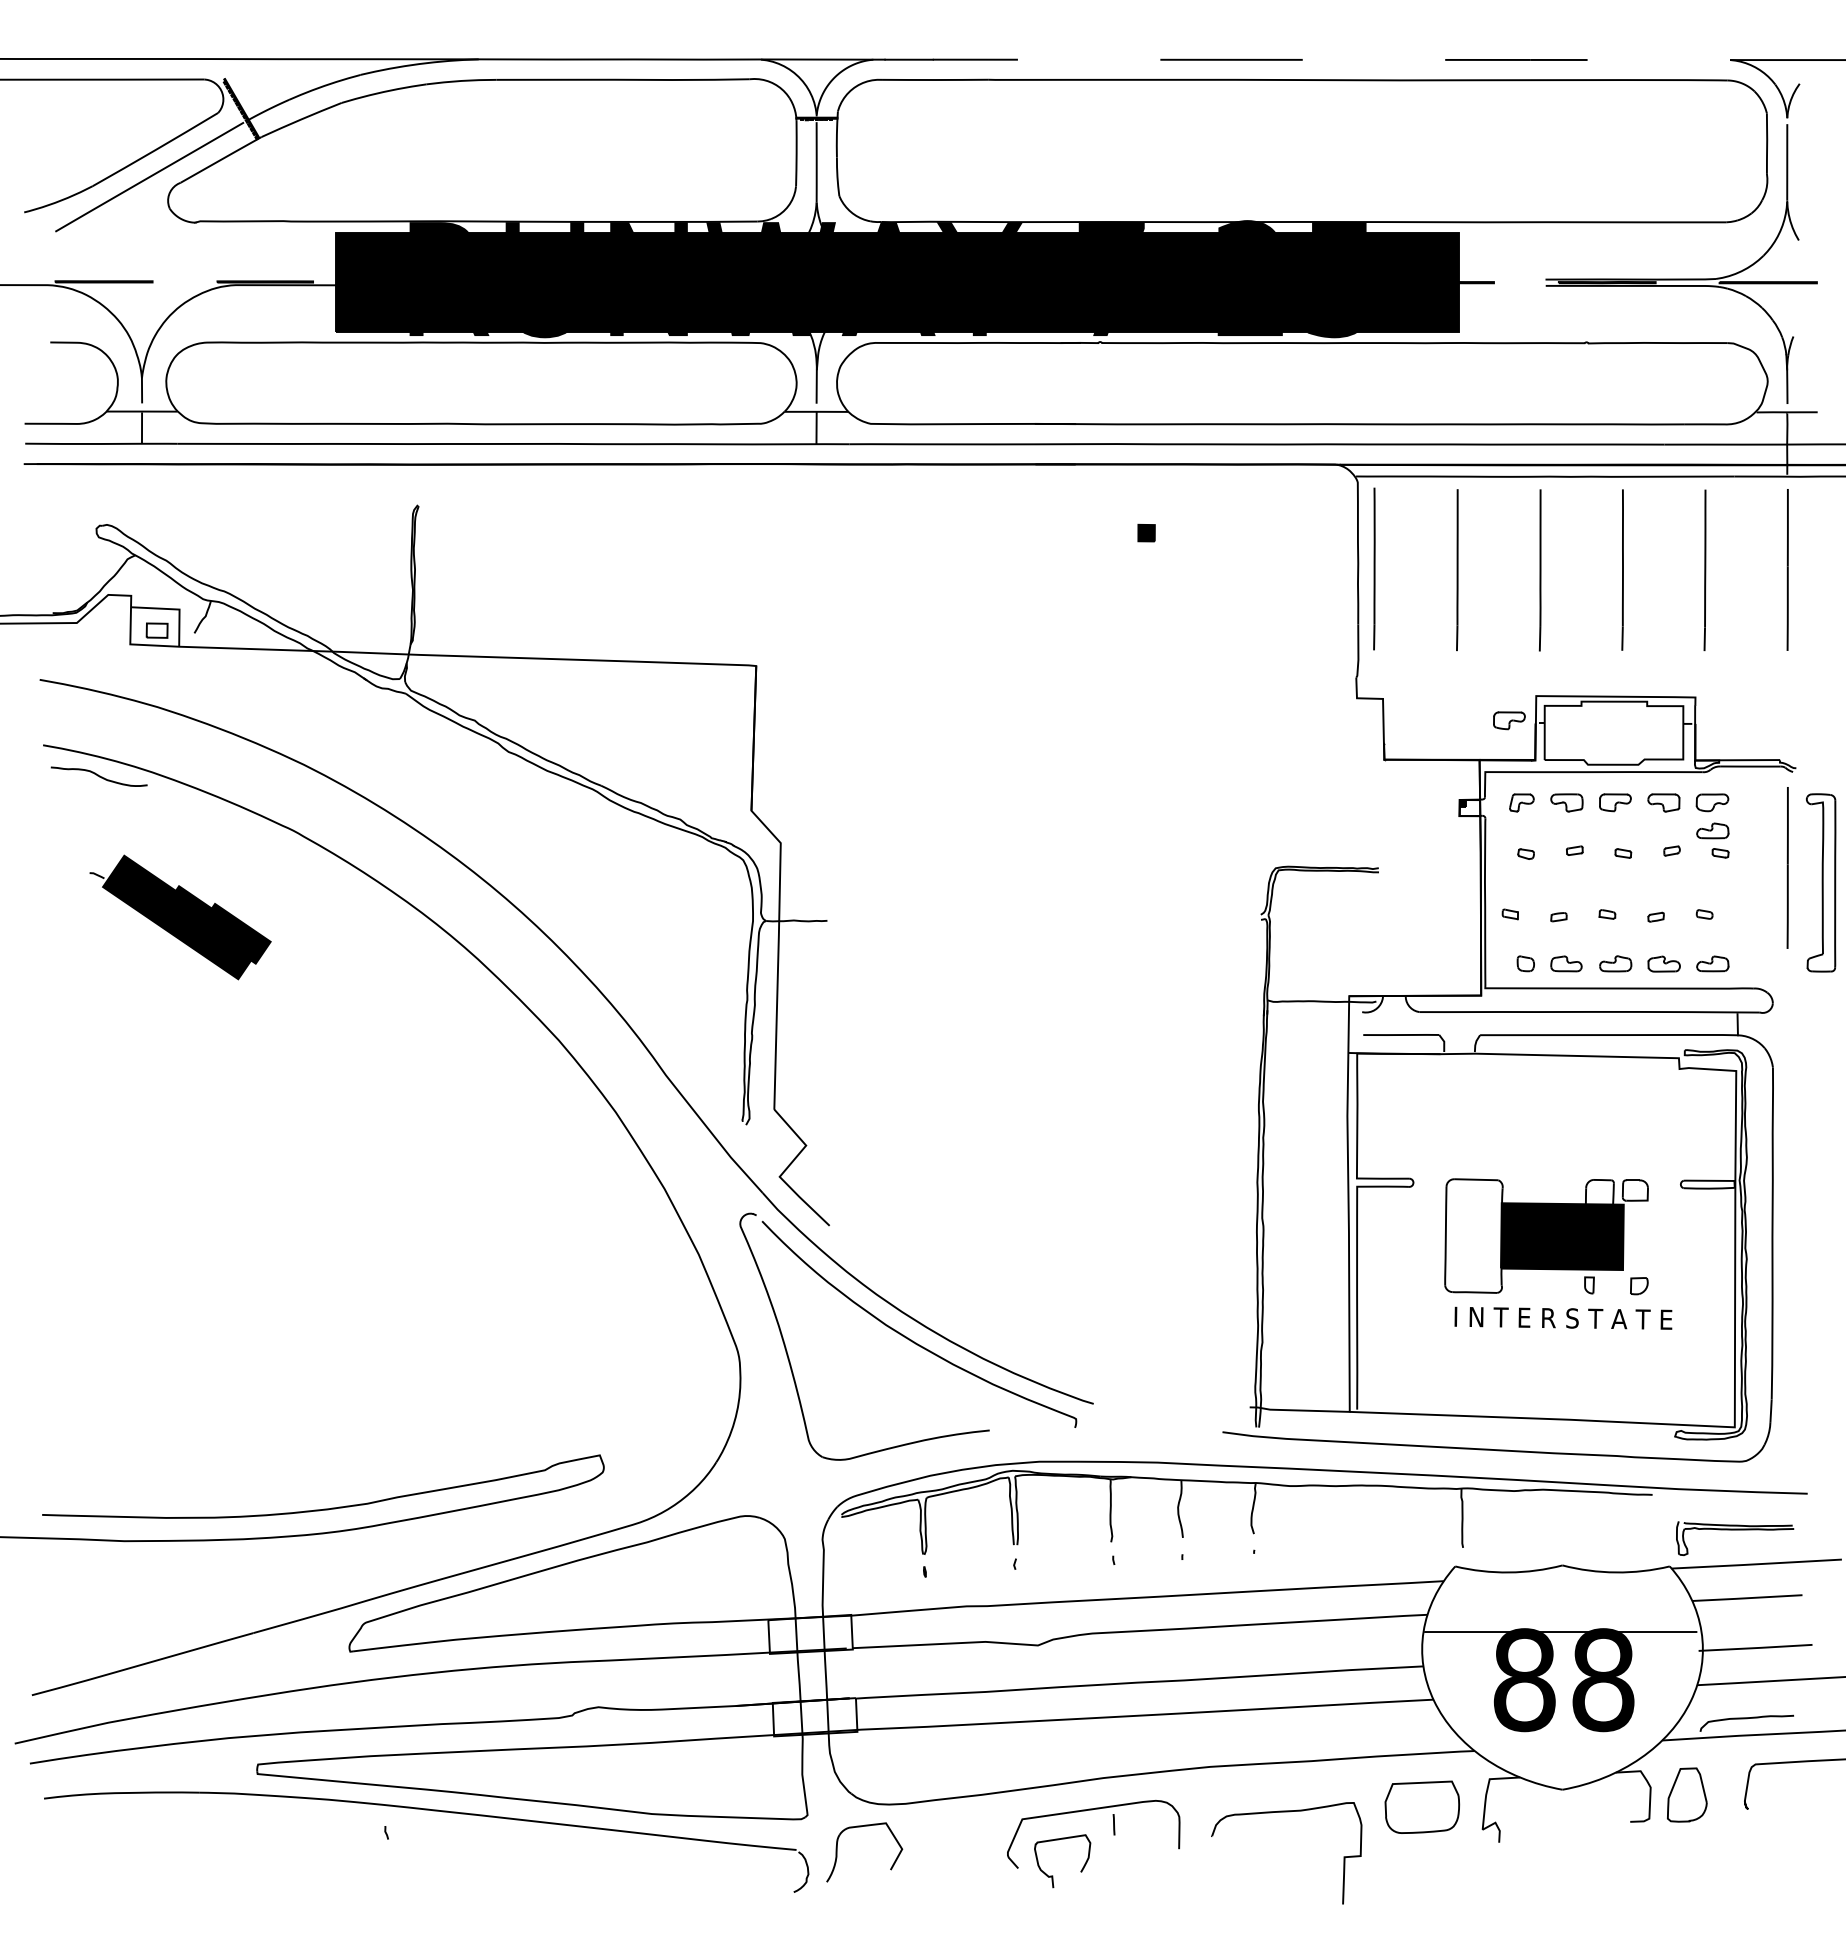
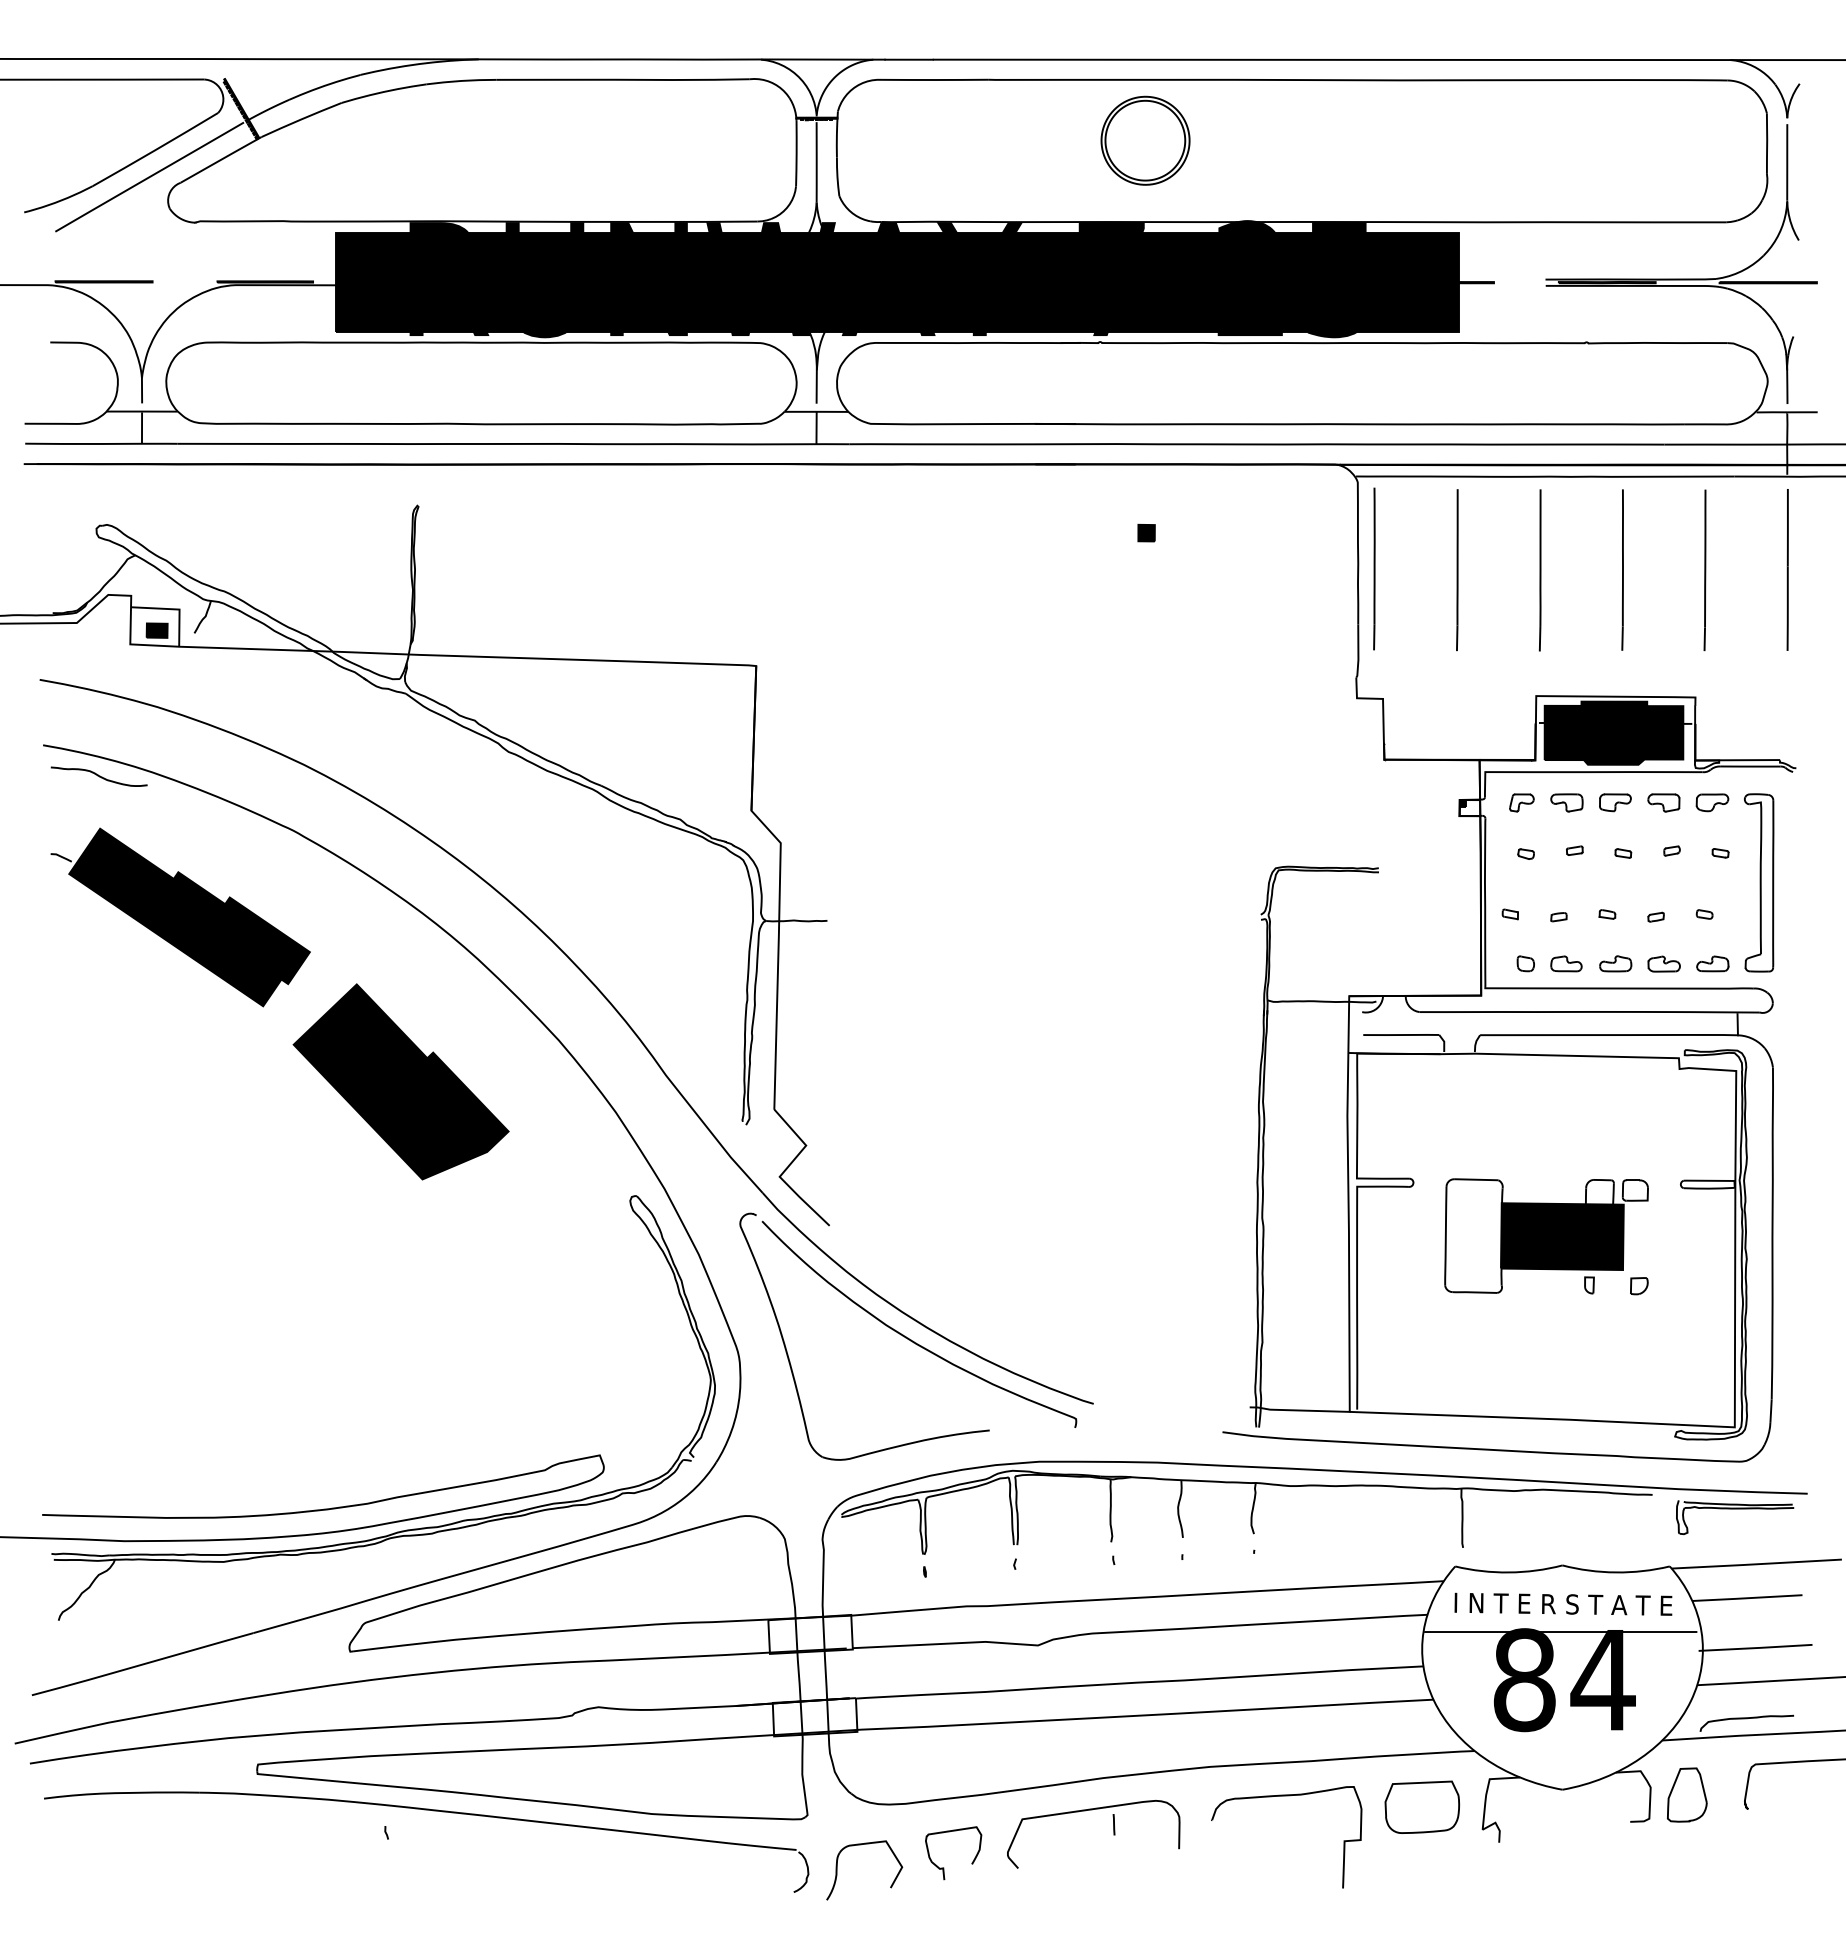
line at (1389, 59): dashed -> solid
part at (1145, 140): none -> present
fill at (156, 630): none -> present
part at (1509, 720): present -> none
fill at (1613, 732): none -> present
part at (1712, 830): present -> none
line at (1787, 867): present -> none
part at (1821, 882) position: (1821, 882) -> (1759, 882)
part at (180, 917) size: 183x127 px -> 261x181 px
fill at (400, 1081): none -> present
text at (1563, 1317) position: (1563, 1317) -> (1563, 1603)
part at (406, 1529): none -> present
part at (1735, 1530) position: (1735, 1530) -> (1735, 1509)
text at (1602, 1680): 88 -> 84
curve at (1286, 1812) position: (1286, 1812) -> (1286, 1796)
part at (861, 1827) position: (861, 1827) -> (861, 1845)
curve at (1052, 1875) position: (1052, 1875) -> (943, 1867)
